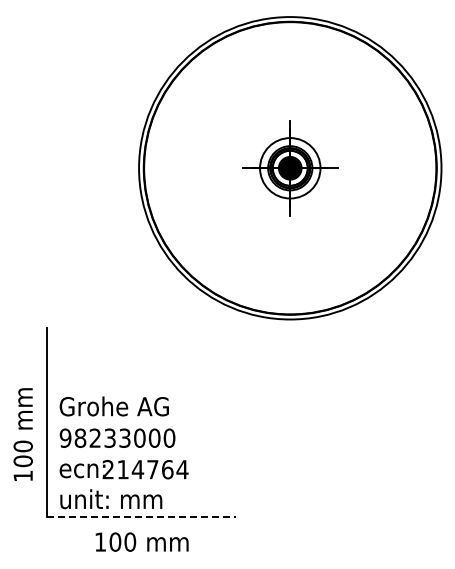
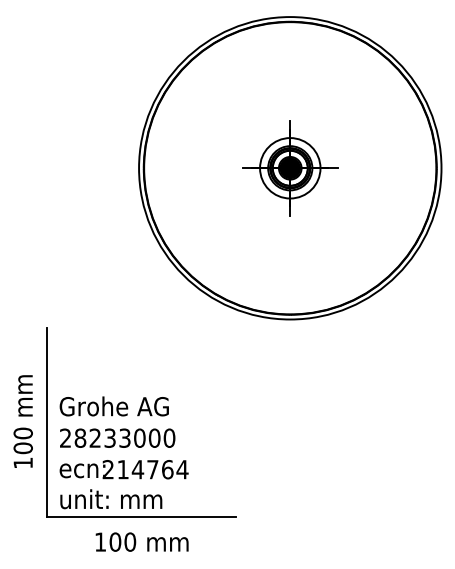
text at (22, 434) position: (22, 434) -> (22, 421)
text at (65, 437): 98233000 -> 28233000
line at (141, 517): dashed -> solid
